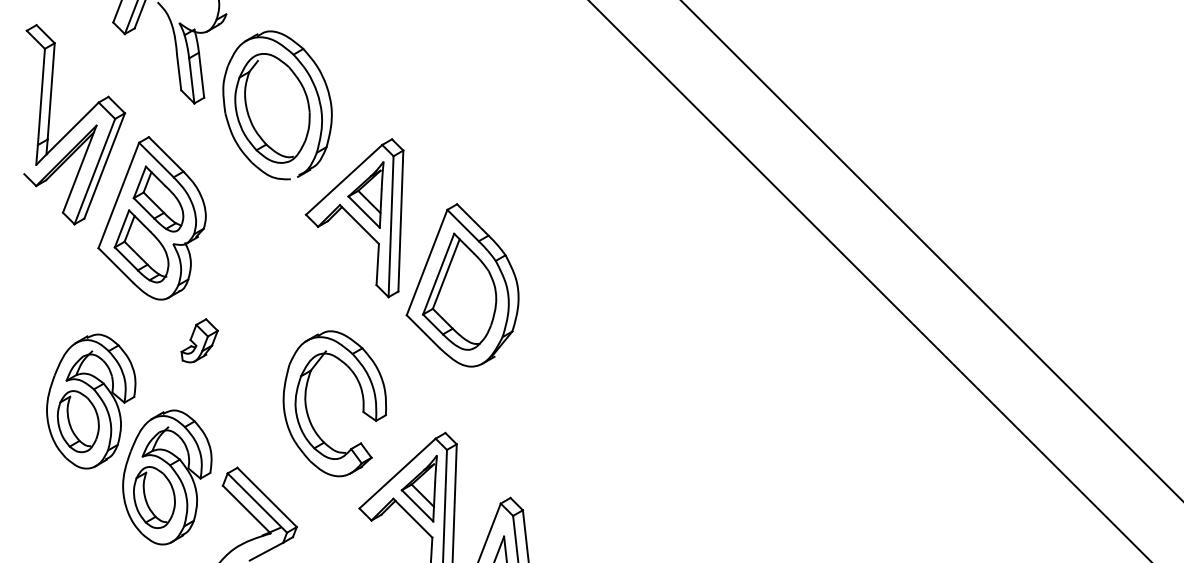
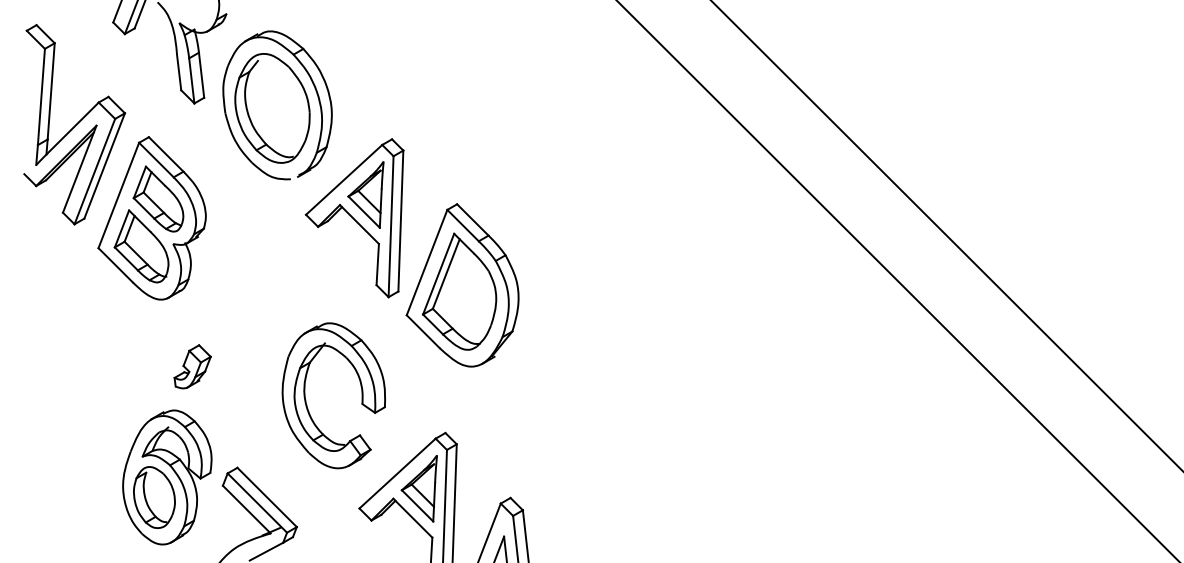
line at (931, 250) position: (931, 250) -> (946, 235)
line at (869, 280) position: (869, 280) -> (897, 280)
part at (199, 340) position: (199, 340) -> (192, 366)
part at (91, 401): present -> none
part at (307, 408) position: (307, 408) -> (306, 400)
